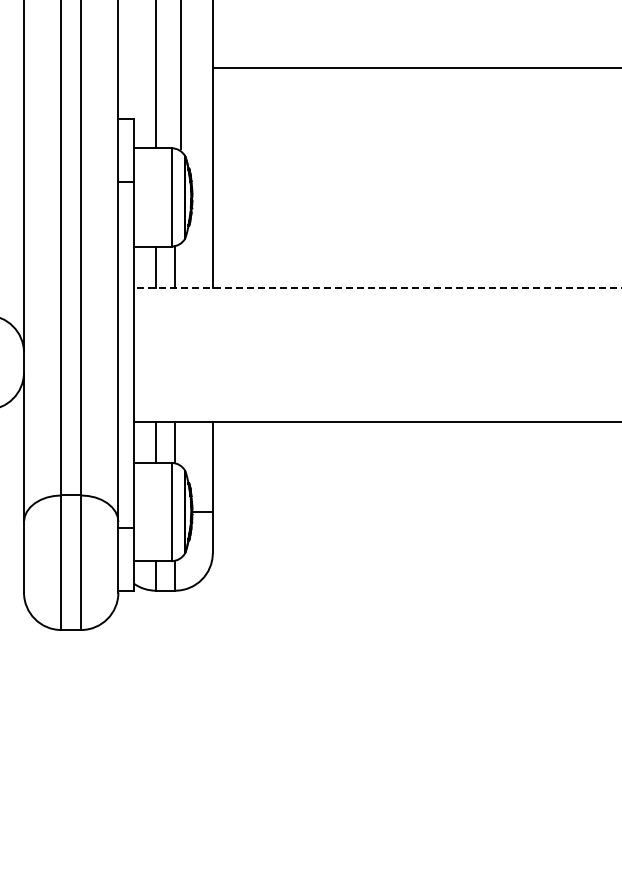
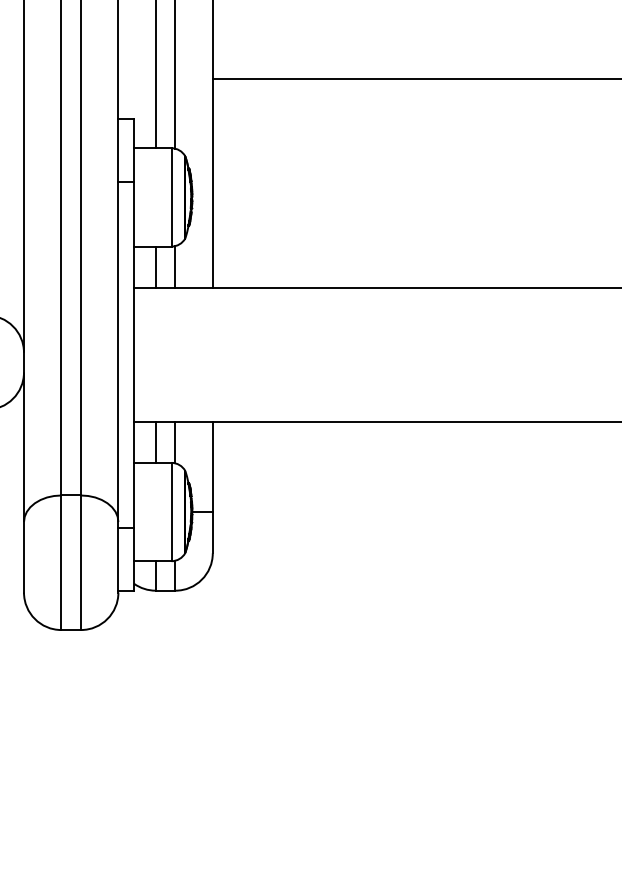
line at (415, 68) position: (415, 68) -> (415, 79)
line at (181, 75) position: (181, 75) -> (175, 75)
line at (378, 287): dashed -> solid
